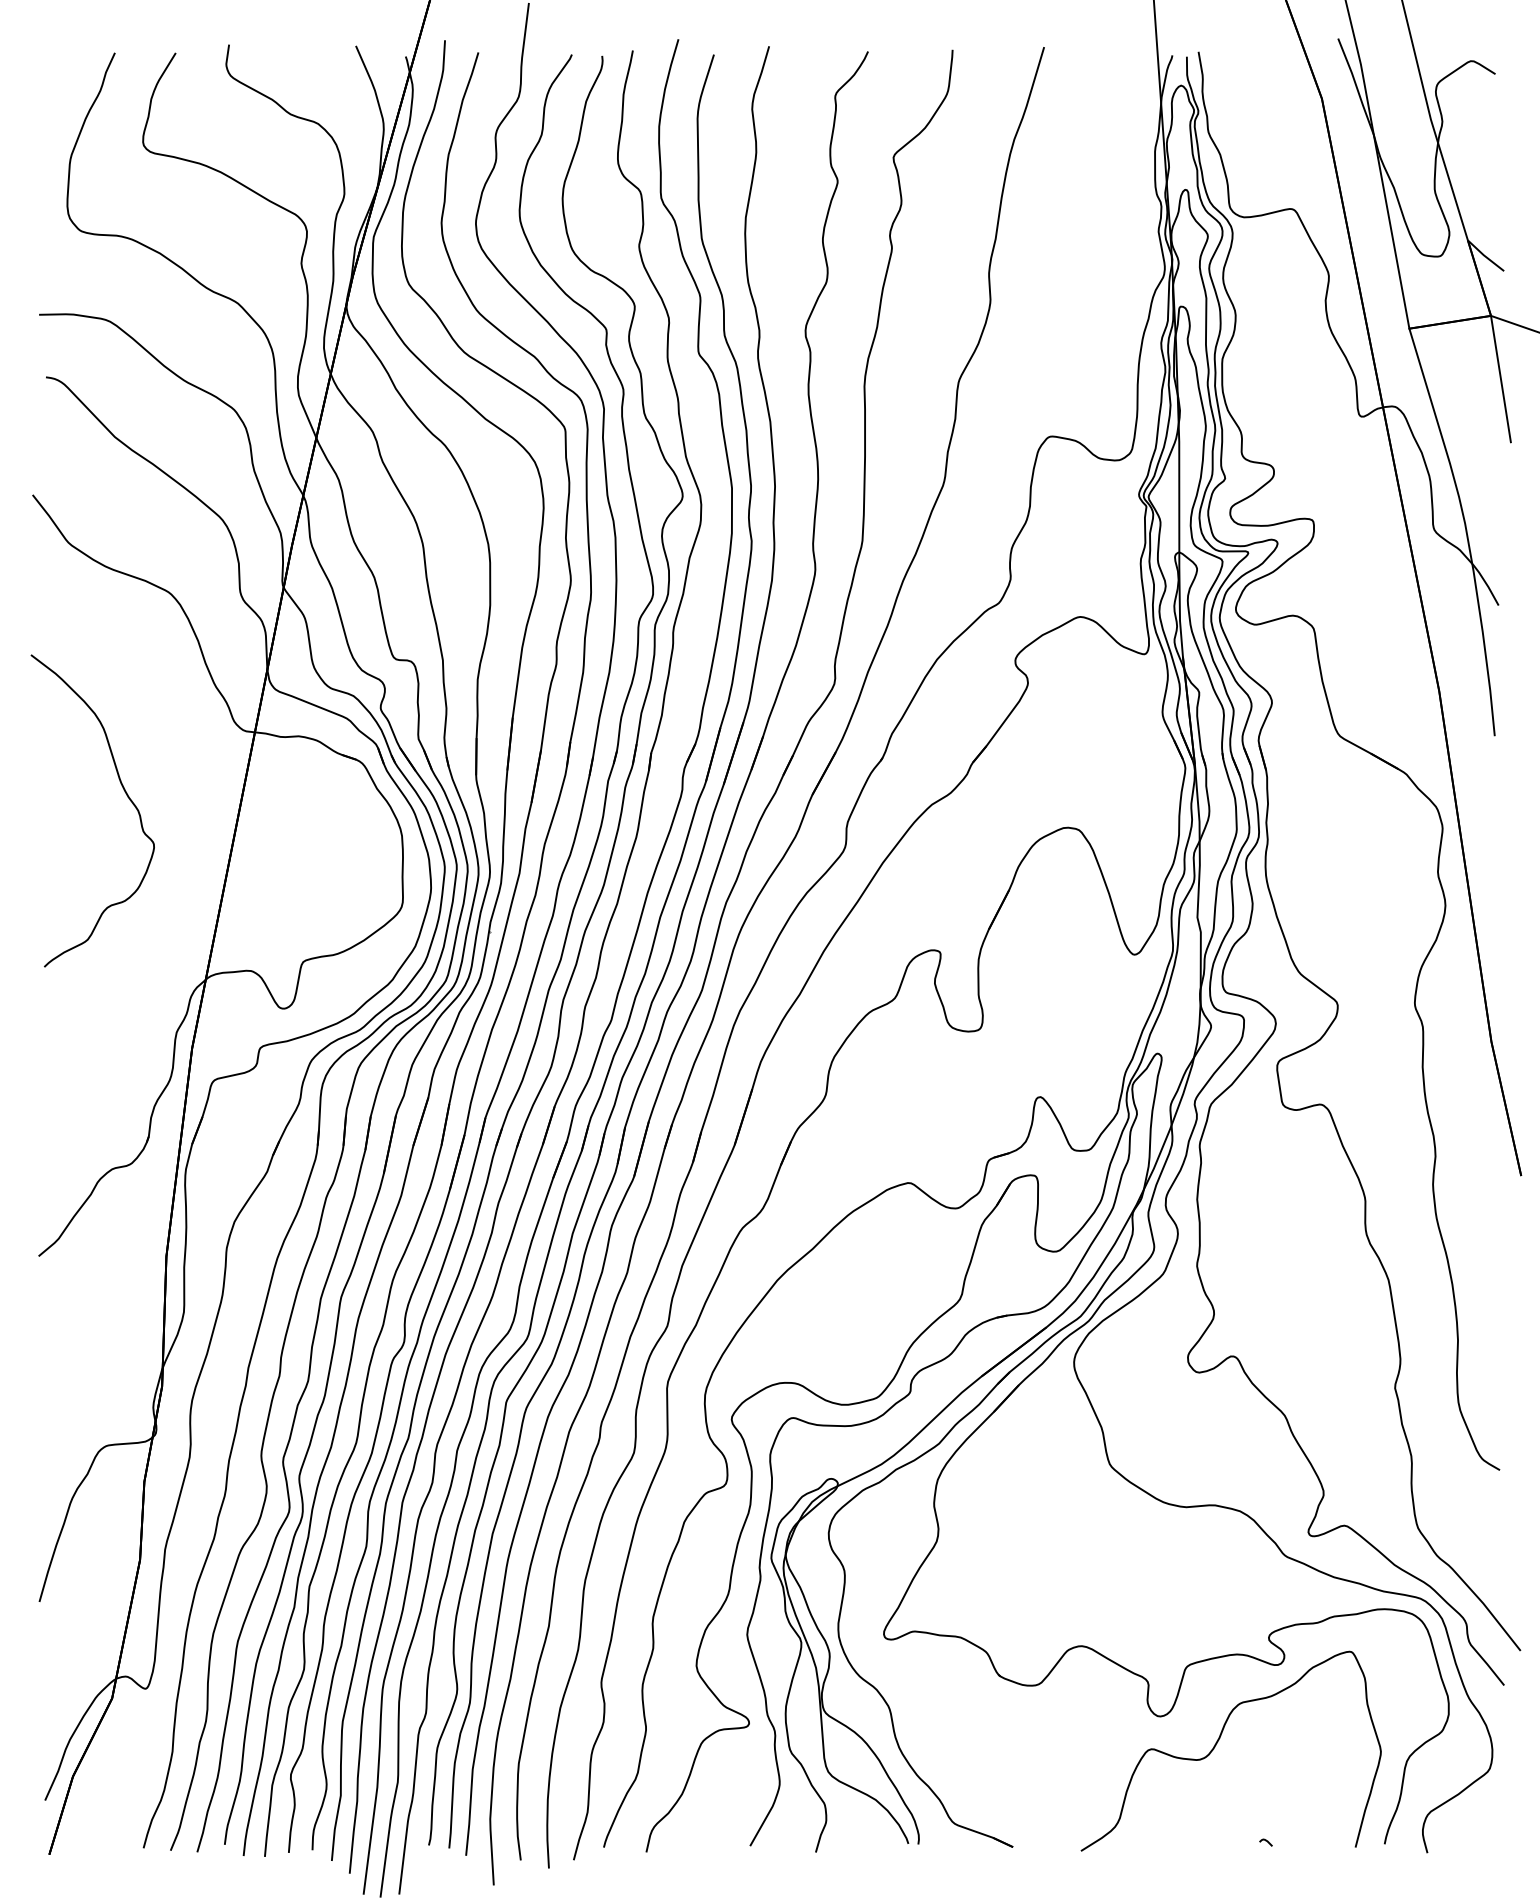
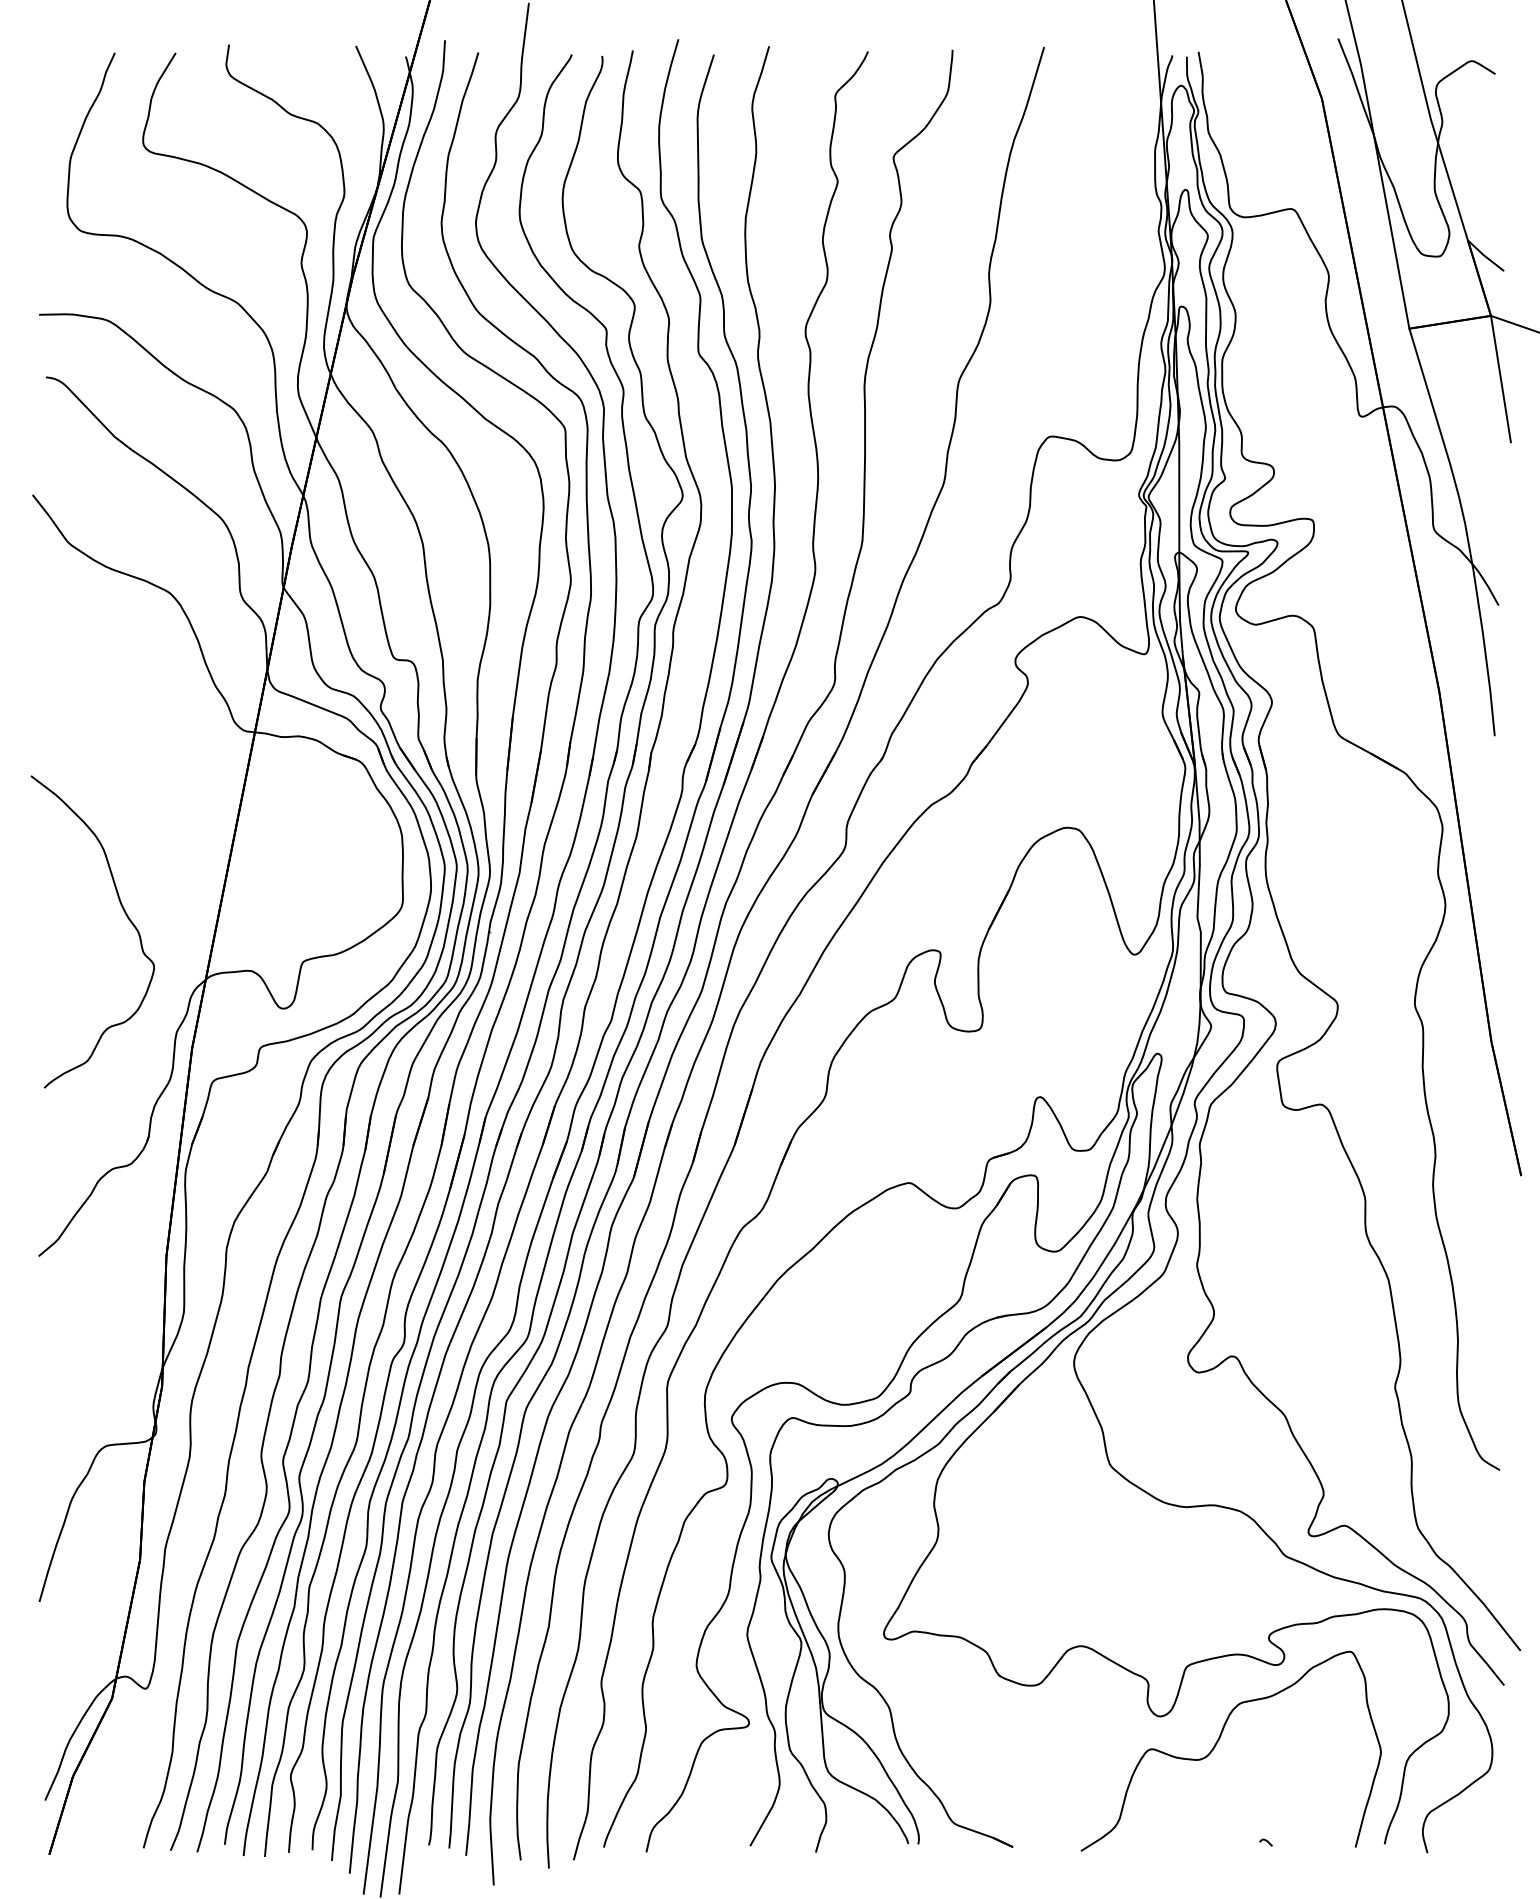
curve at (124, 792) position: (124, 792) -> (124, 913)
